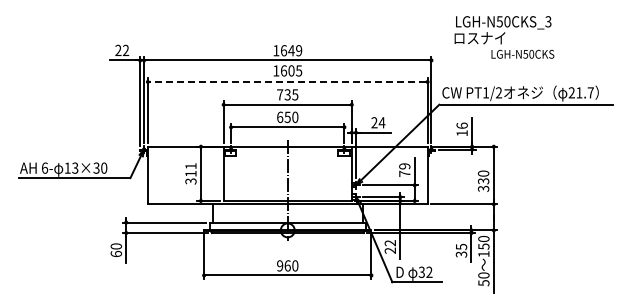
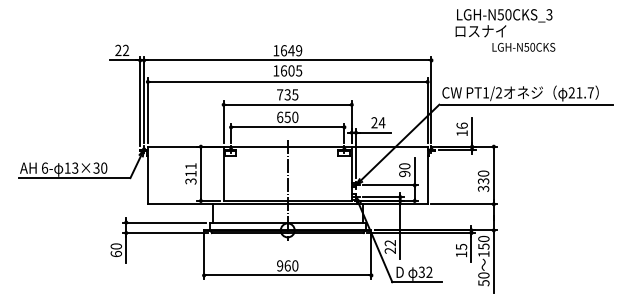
text at (504, 37) position: (504, 37) -> (505, 30)
line at (287, 81): dashed -> solid
text at (404, 170): 79 -> 90
text at (461, 254): 35 -> 15
